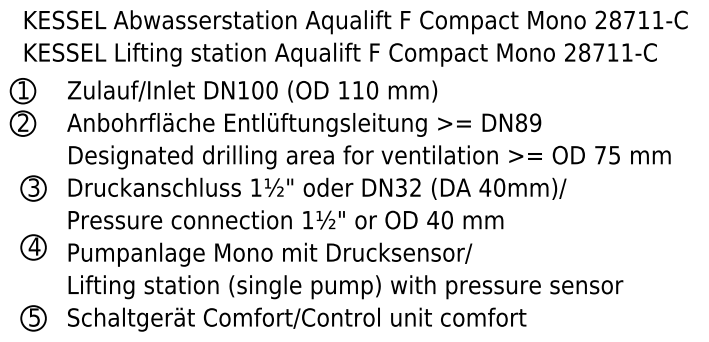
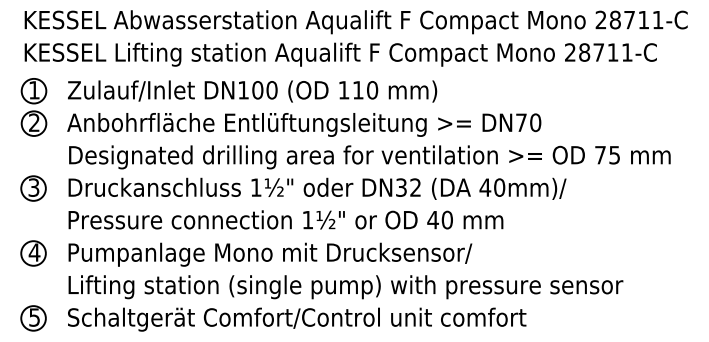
part at (22, 107) position: (22, 107) -> (33, 107)
text at (528, 122): DN89 -> DN70
part at (33, 247) position: (33, 247) -> (33, 253)
